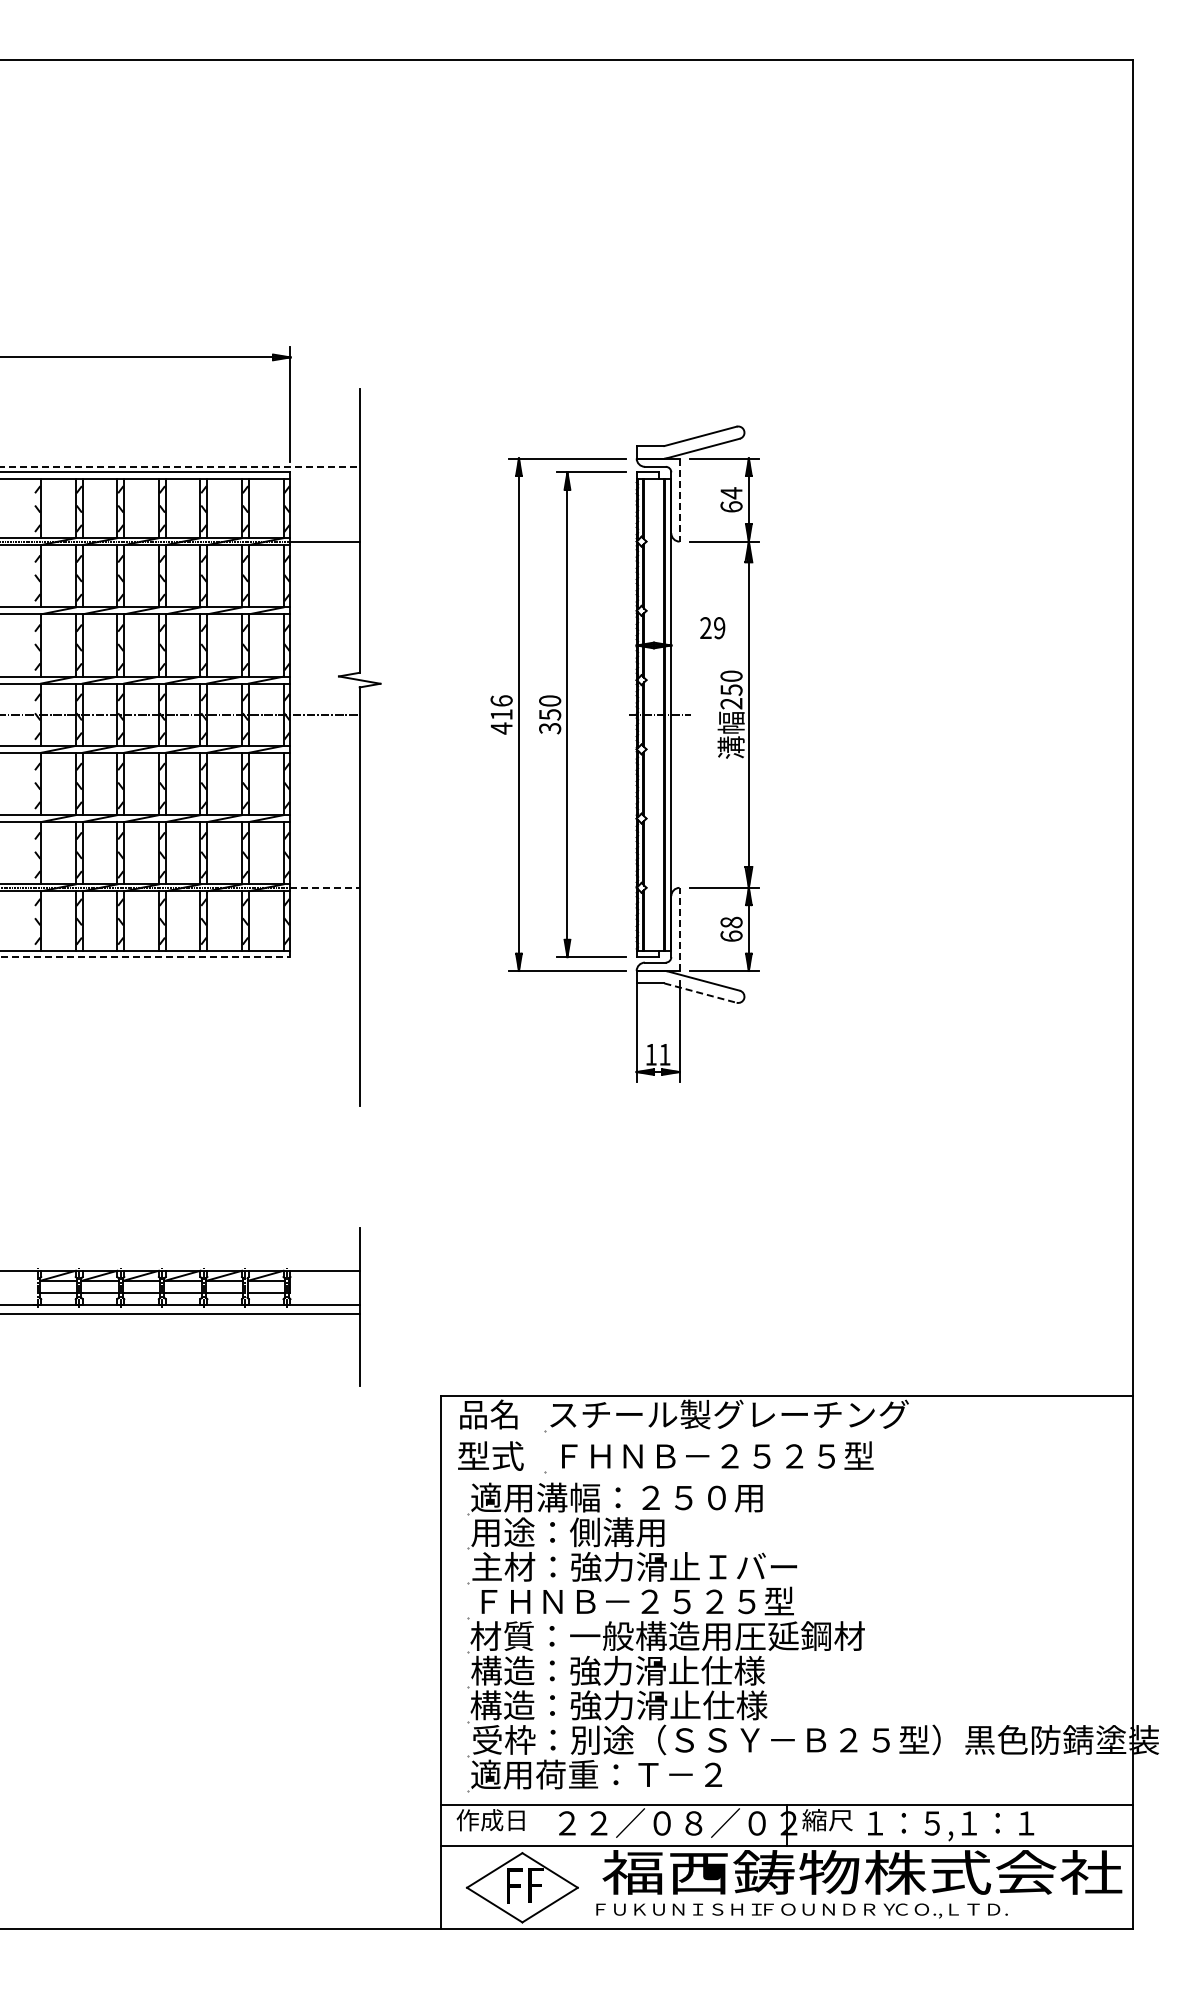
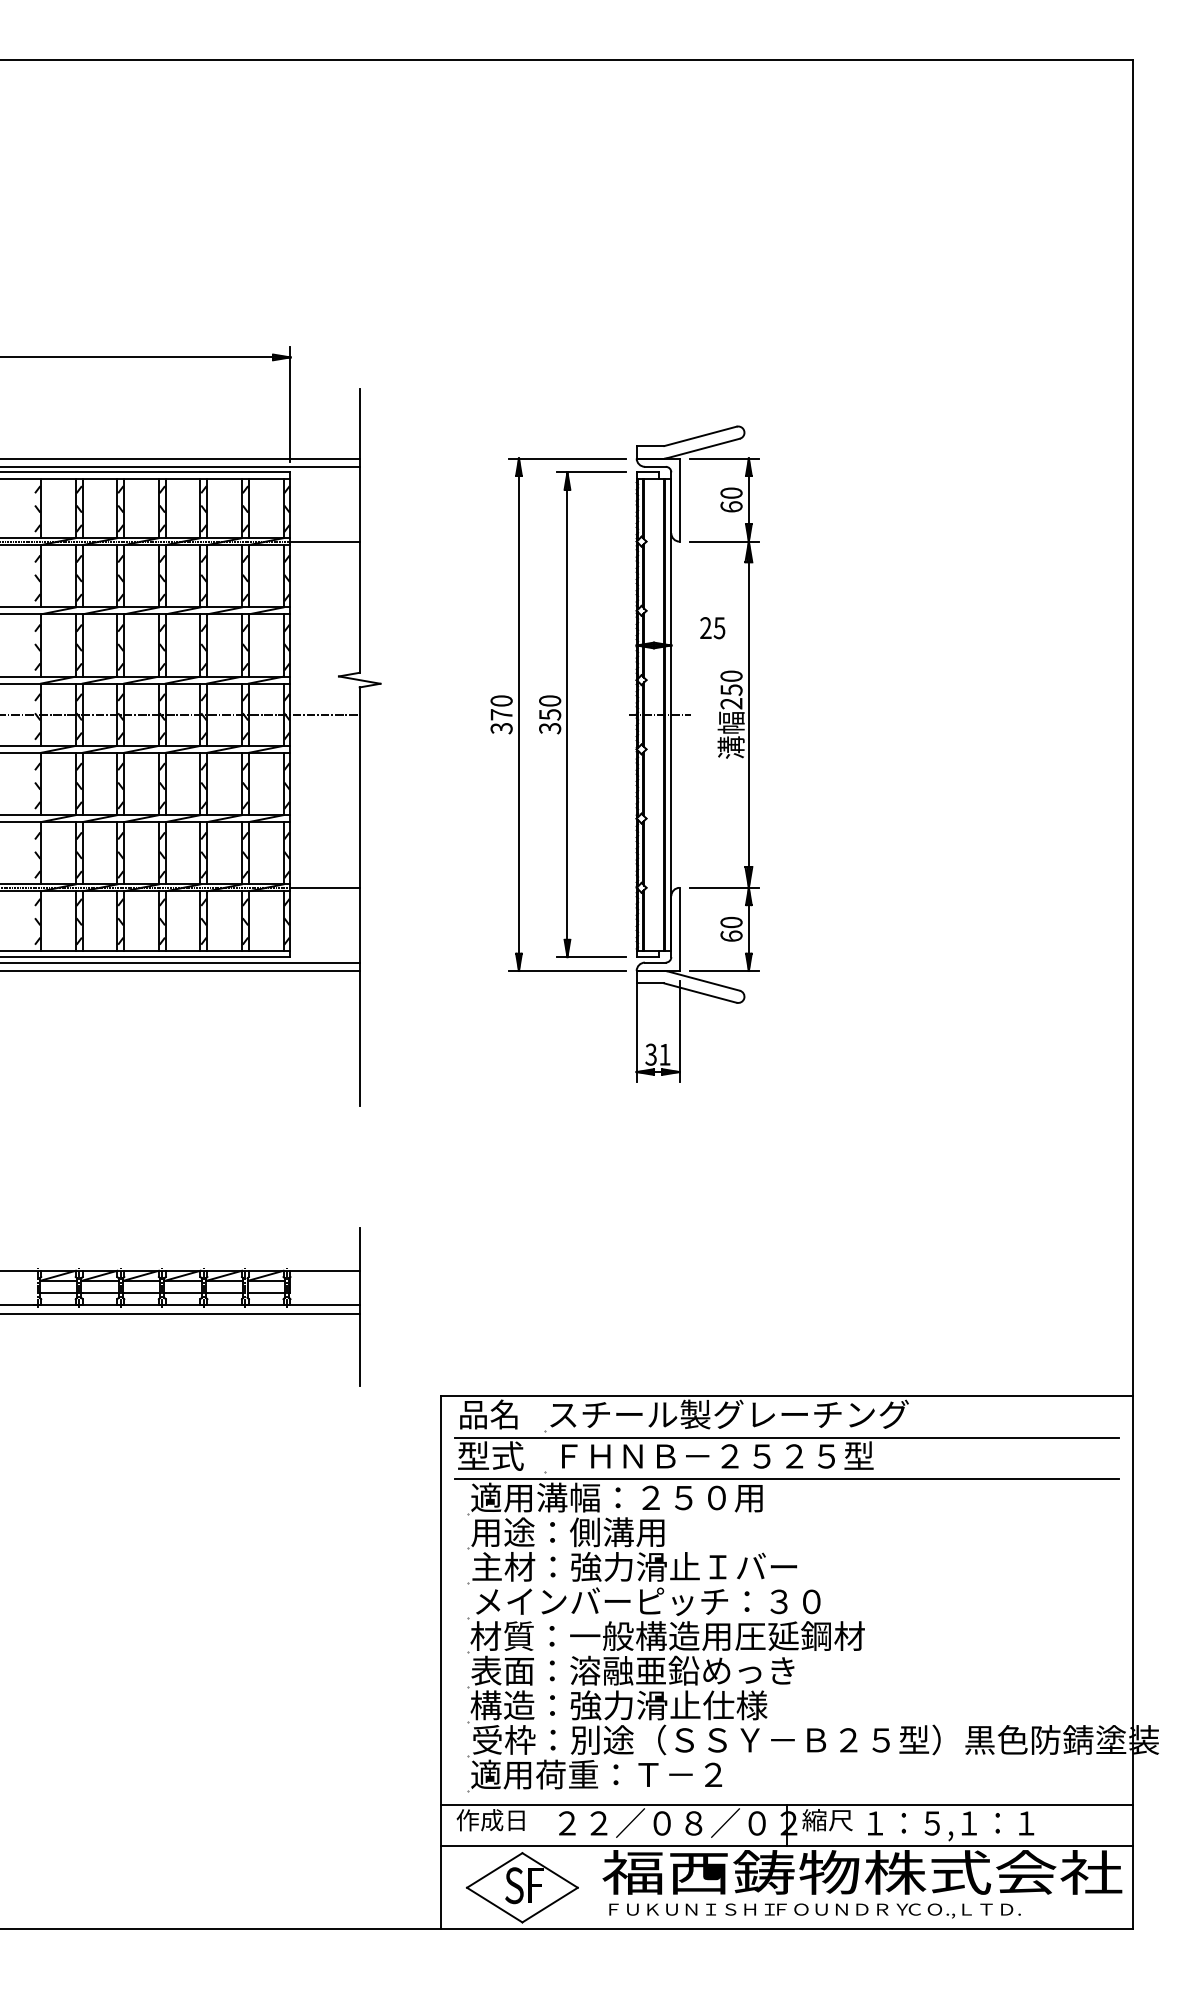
line at (180, 458): none -> present
line at (180, 466): dashed -> solid
text at (731, 493): 64 -> 60
line at (679, 500): dashed -> solid
text at (719, 628): 29 -> 25
text at (501, 714): 416 -> 370
line at (325, 887): dashed -> solid
text at (731, 922): 68 -> 60
line at (679, 929): dashed -> solid
line at (145, 957): dashed -> solid
line at (180, 962): none -> present
line at (180, 970): none -> present
line at (701, 993): dashed -> solid
text at (650, 1054): 11 -> 31
line at (786, 1437): none -> present
line at (786, 1479): none -> present
text at (648, 1600): ＦＨＮＢ－２５２５型 -> メインバーピッチ：３０
text at (632, 1670): 構造：強力滑止仕様 -> 表面：溶融亜鉛めっき
text at (514, 1885): F -> S
text at (801, 1910) position: (801, 1910) -> (814, 1910)
